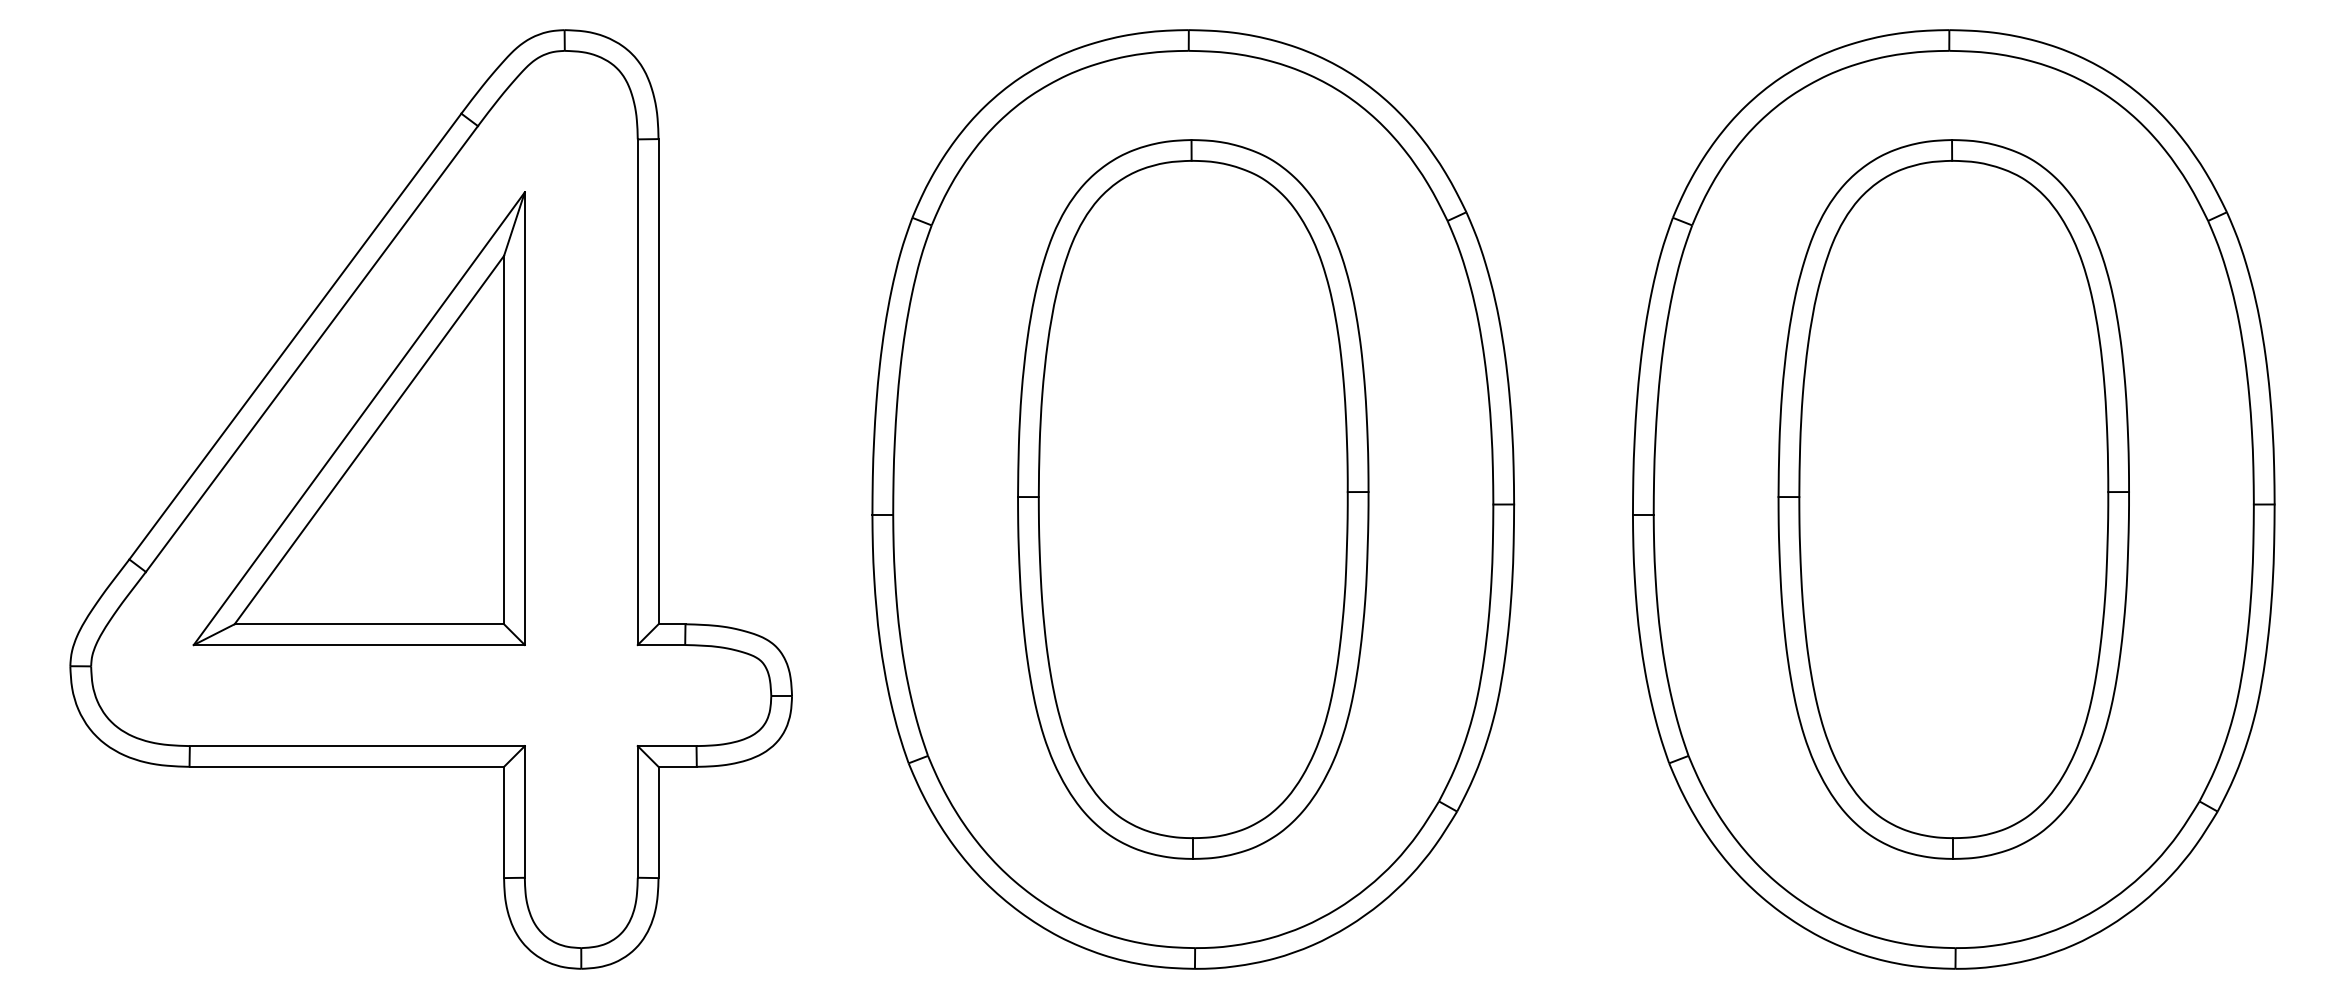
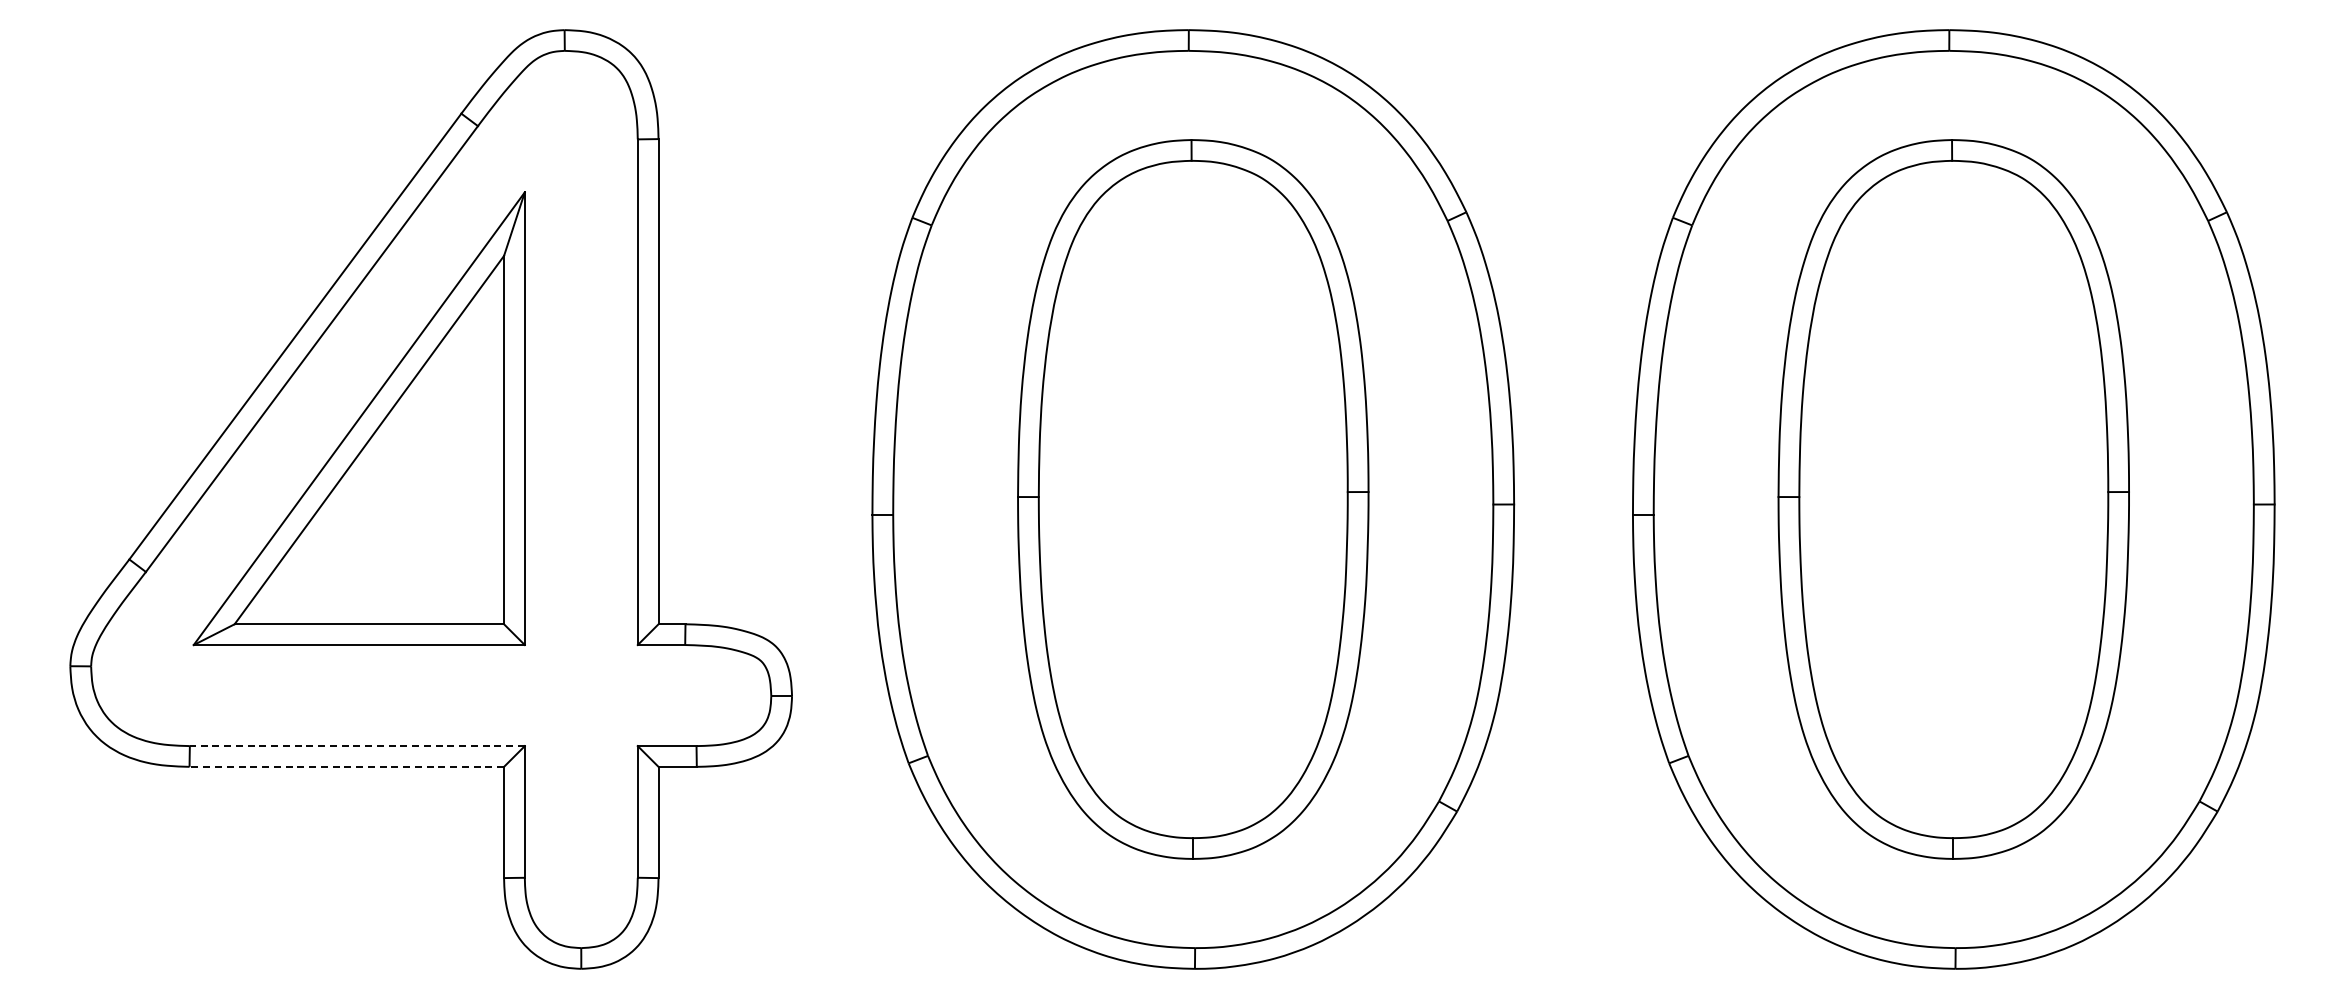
line at (356, 746): solid -> dashed
line at (346, 766): solid -> dashed
